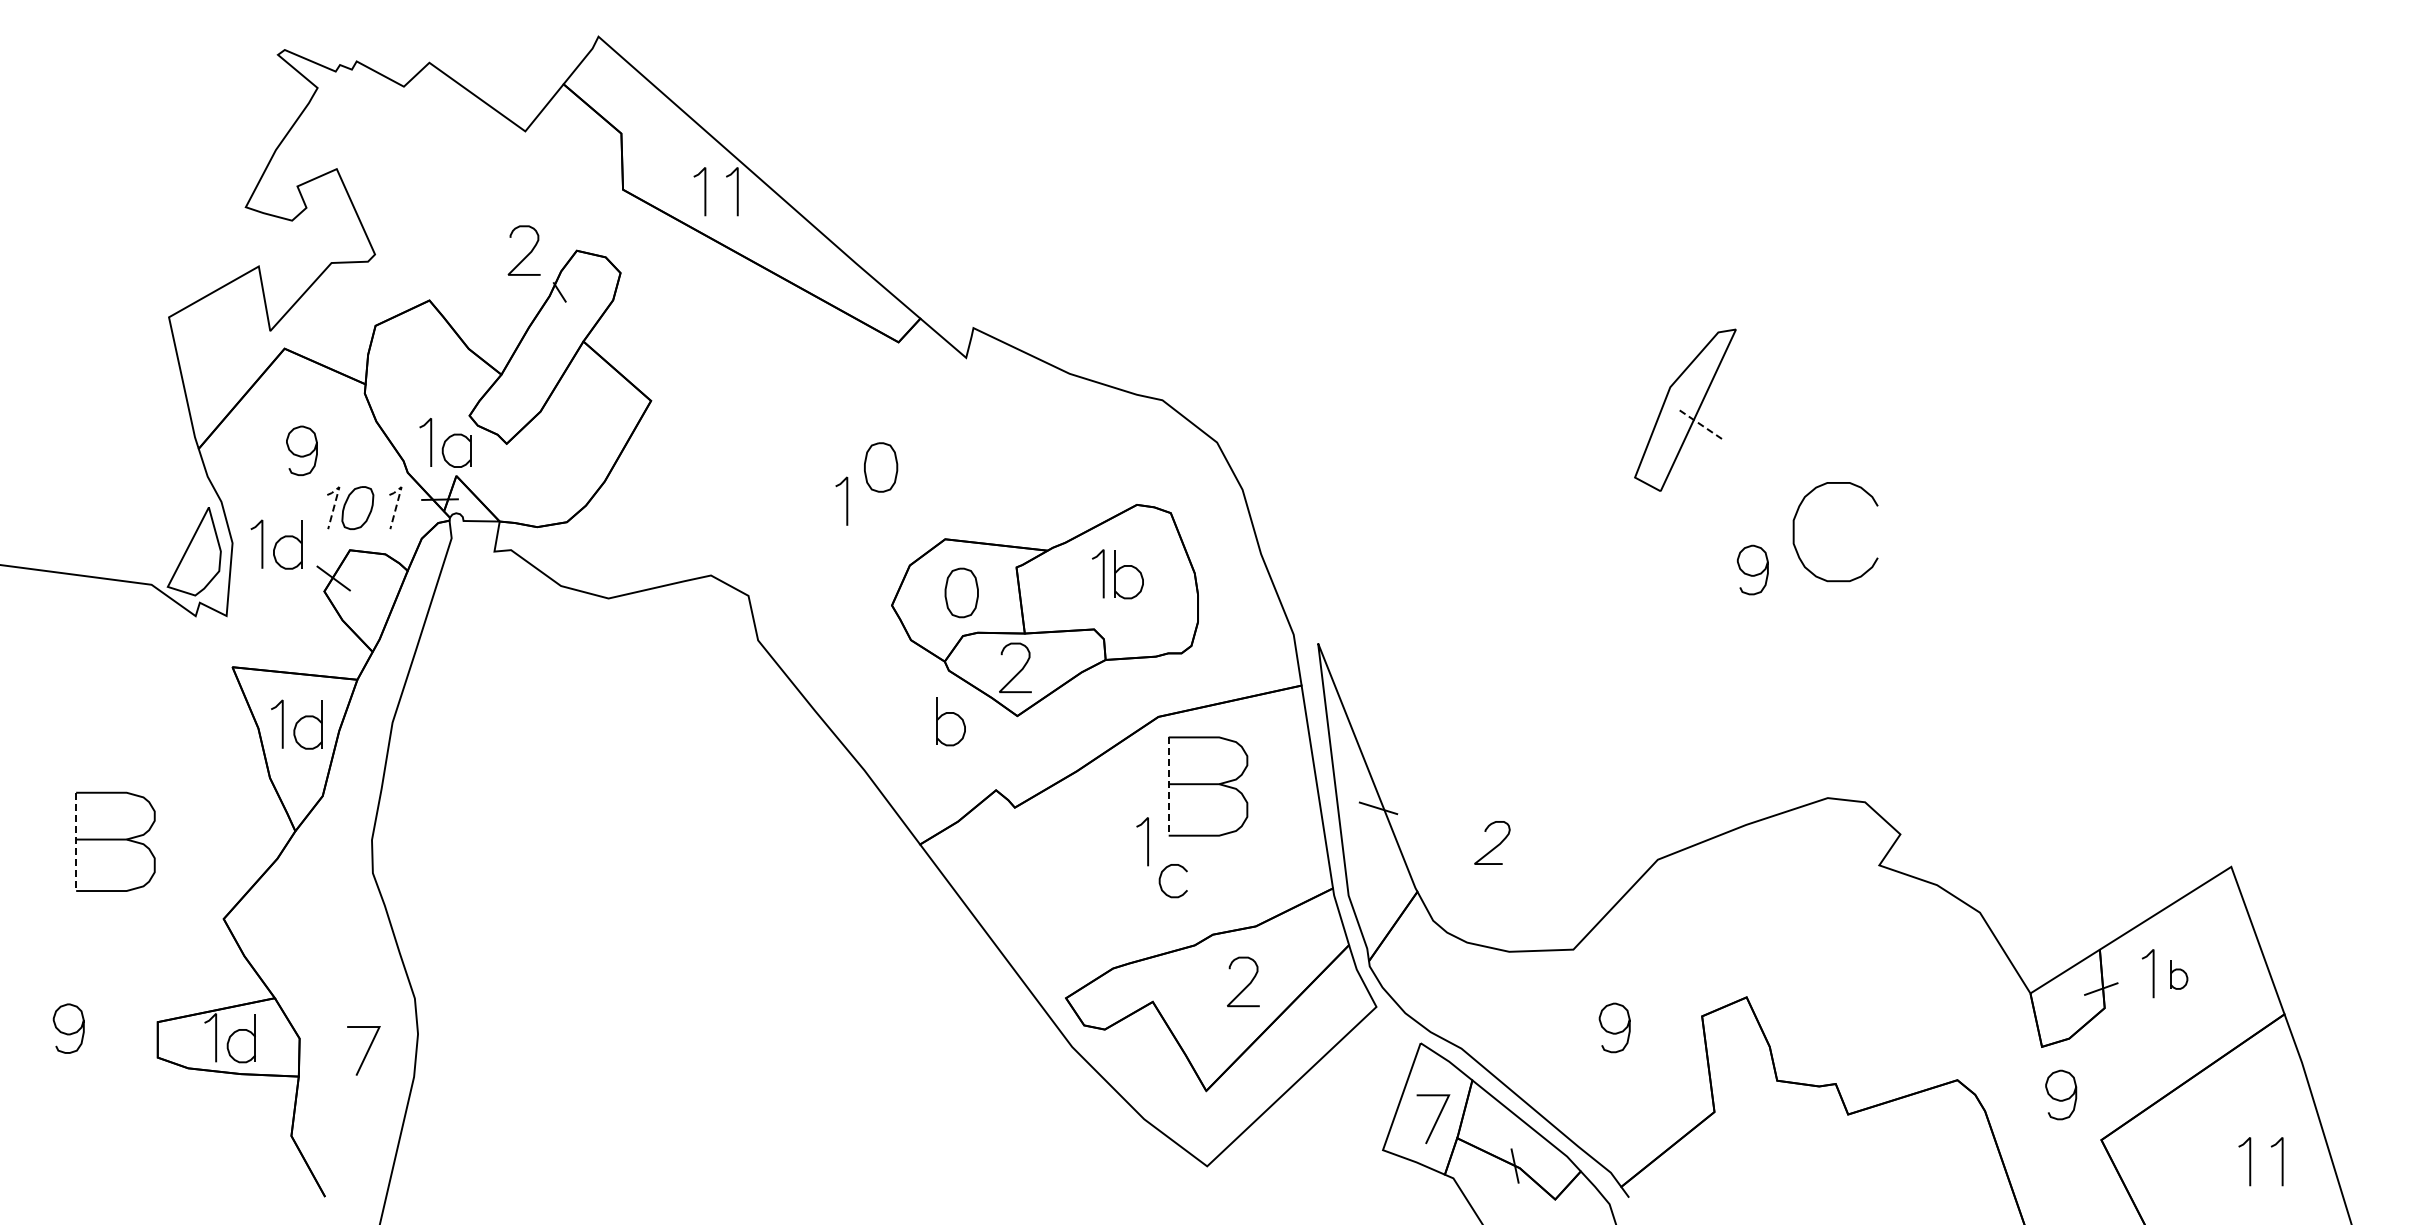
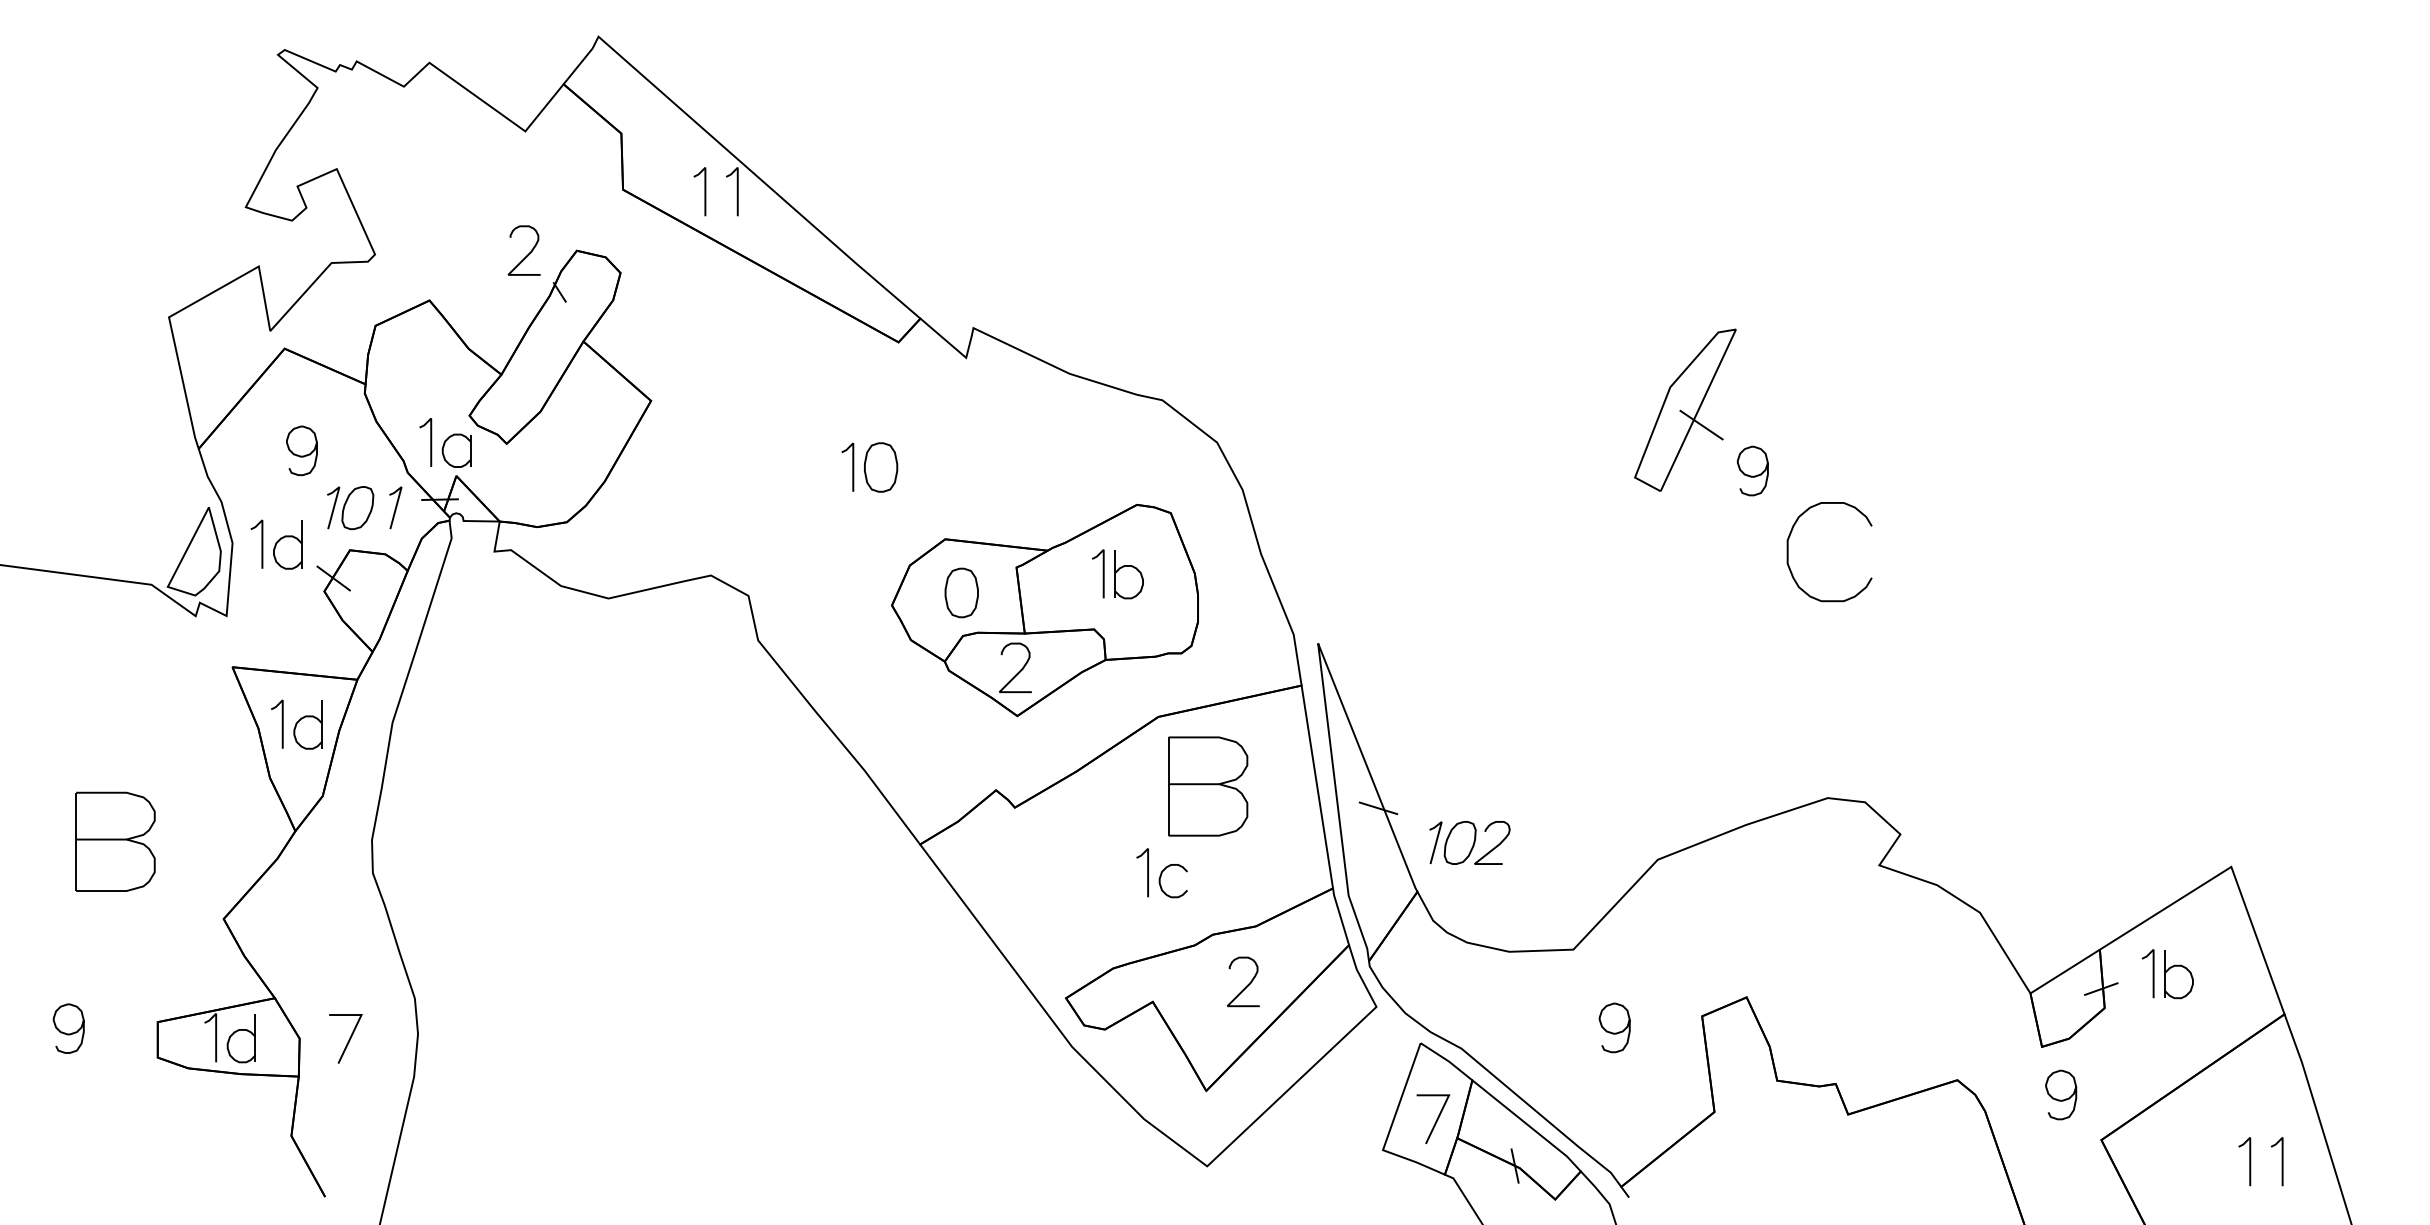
line at (1701, 425): dashed -> solid
line at (335, 500): dashed -> solid
line at (398, 500): dashed -> solid
line at (846, 500) position: (846, 500) -> (852, 466)
curve at (1794, 532) position: (1794, 532) -> (1788, 552)
curve at (1751, 574) position: (1751, 574) -> (1751, 475)
part at (950, 721): present -> none
line at (1168, 787): dashed -> solid
line at (1147, 841) position: (1147, 841) -> (1147, 872)
line at (76, 842): dashed -> solid
part at (1452, 842): none -> present
part at (2179, 974) size: 19x30 px -> 30x50 px
line at (366, 1051) position: (366, 1051) -> (348, 1039)
